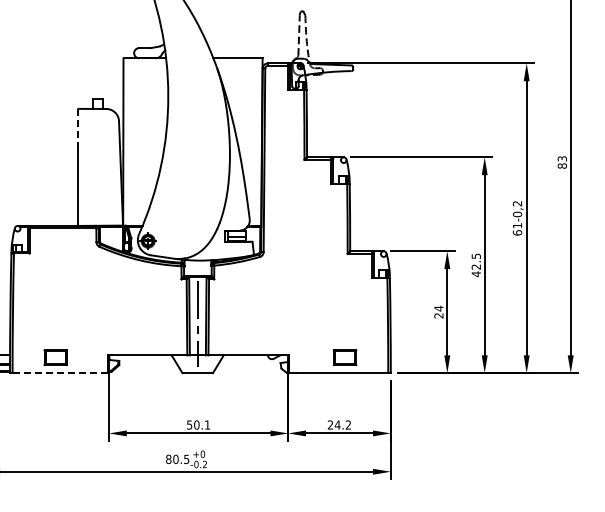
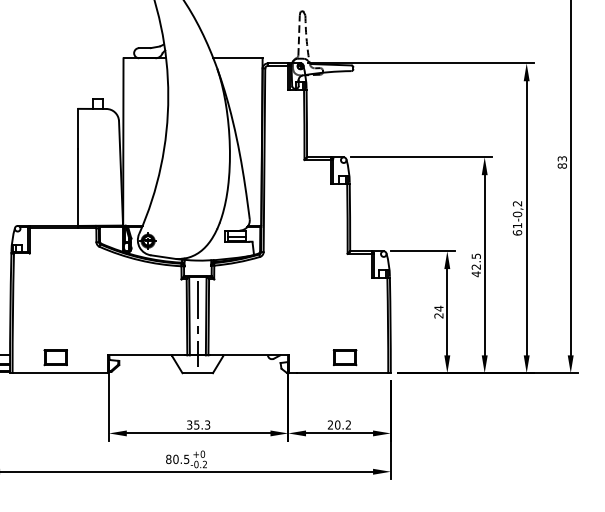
line at (78, 128): dashed -> solid
line at (59, 373): dashed -> solid
text at (198, 424): 50.1 -> 35.3
text at (337, 424): 24.2 -> 20.2
